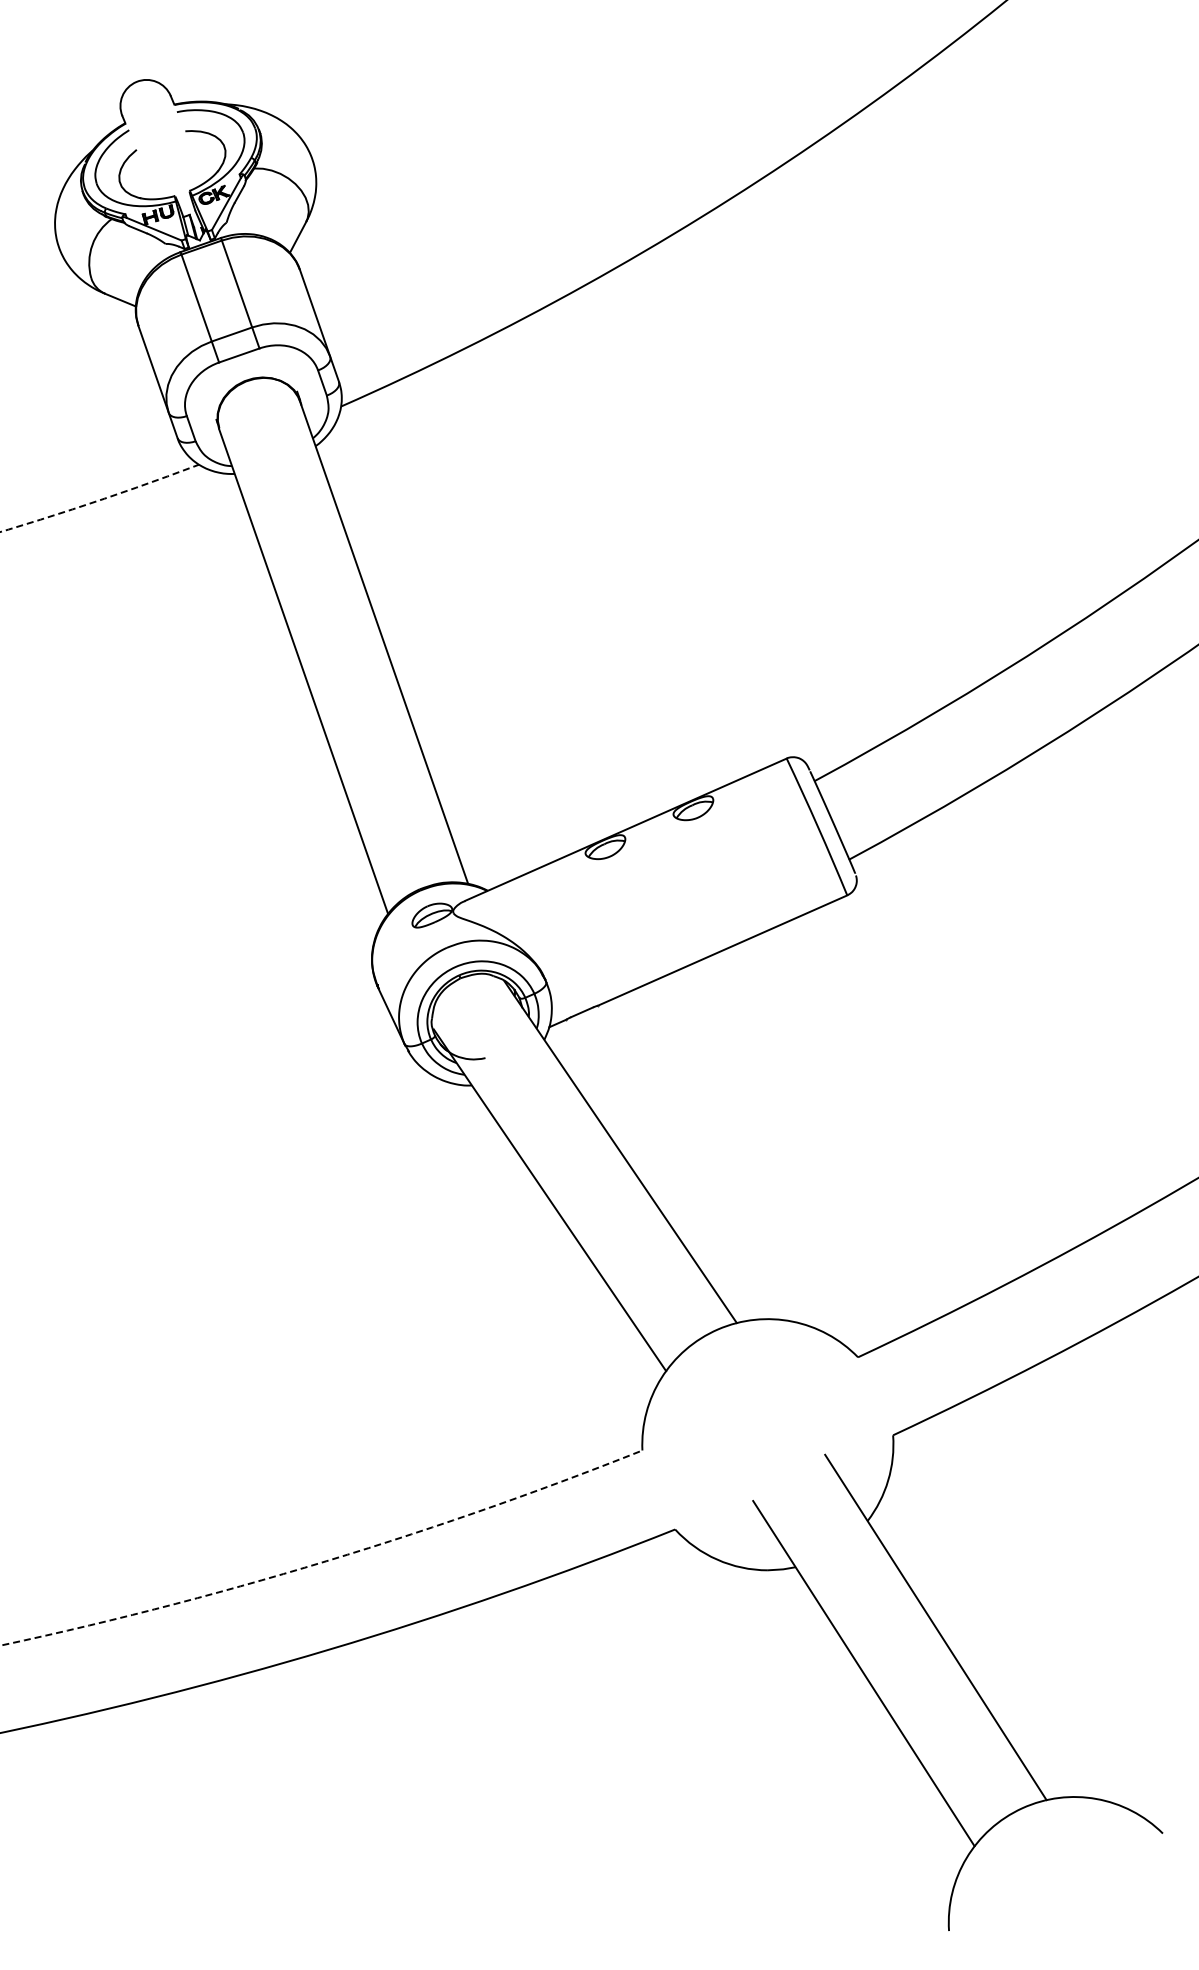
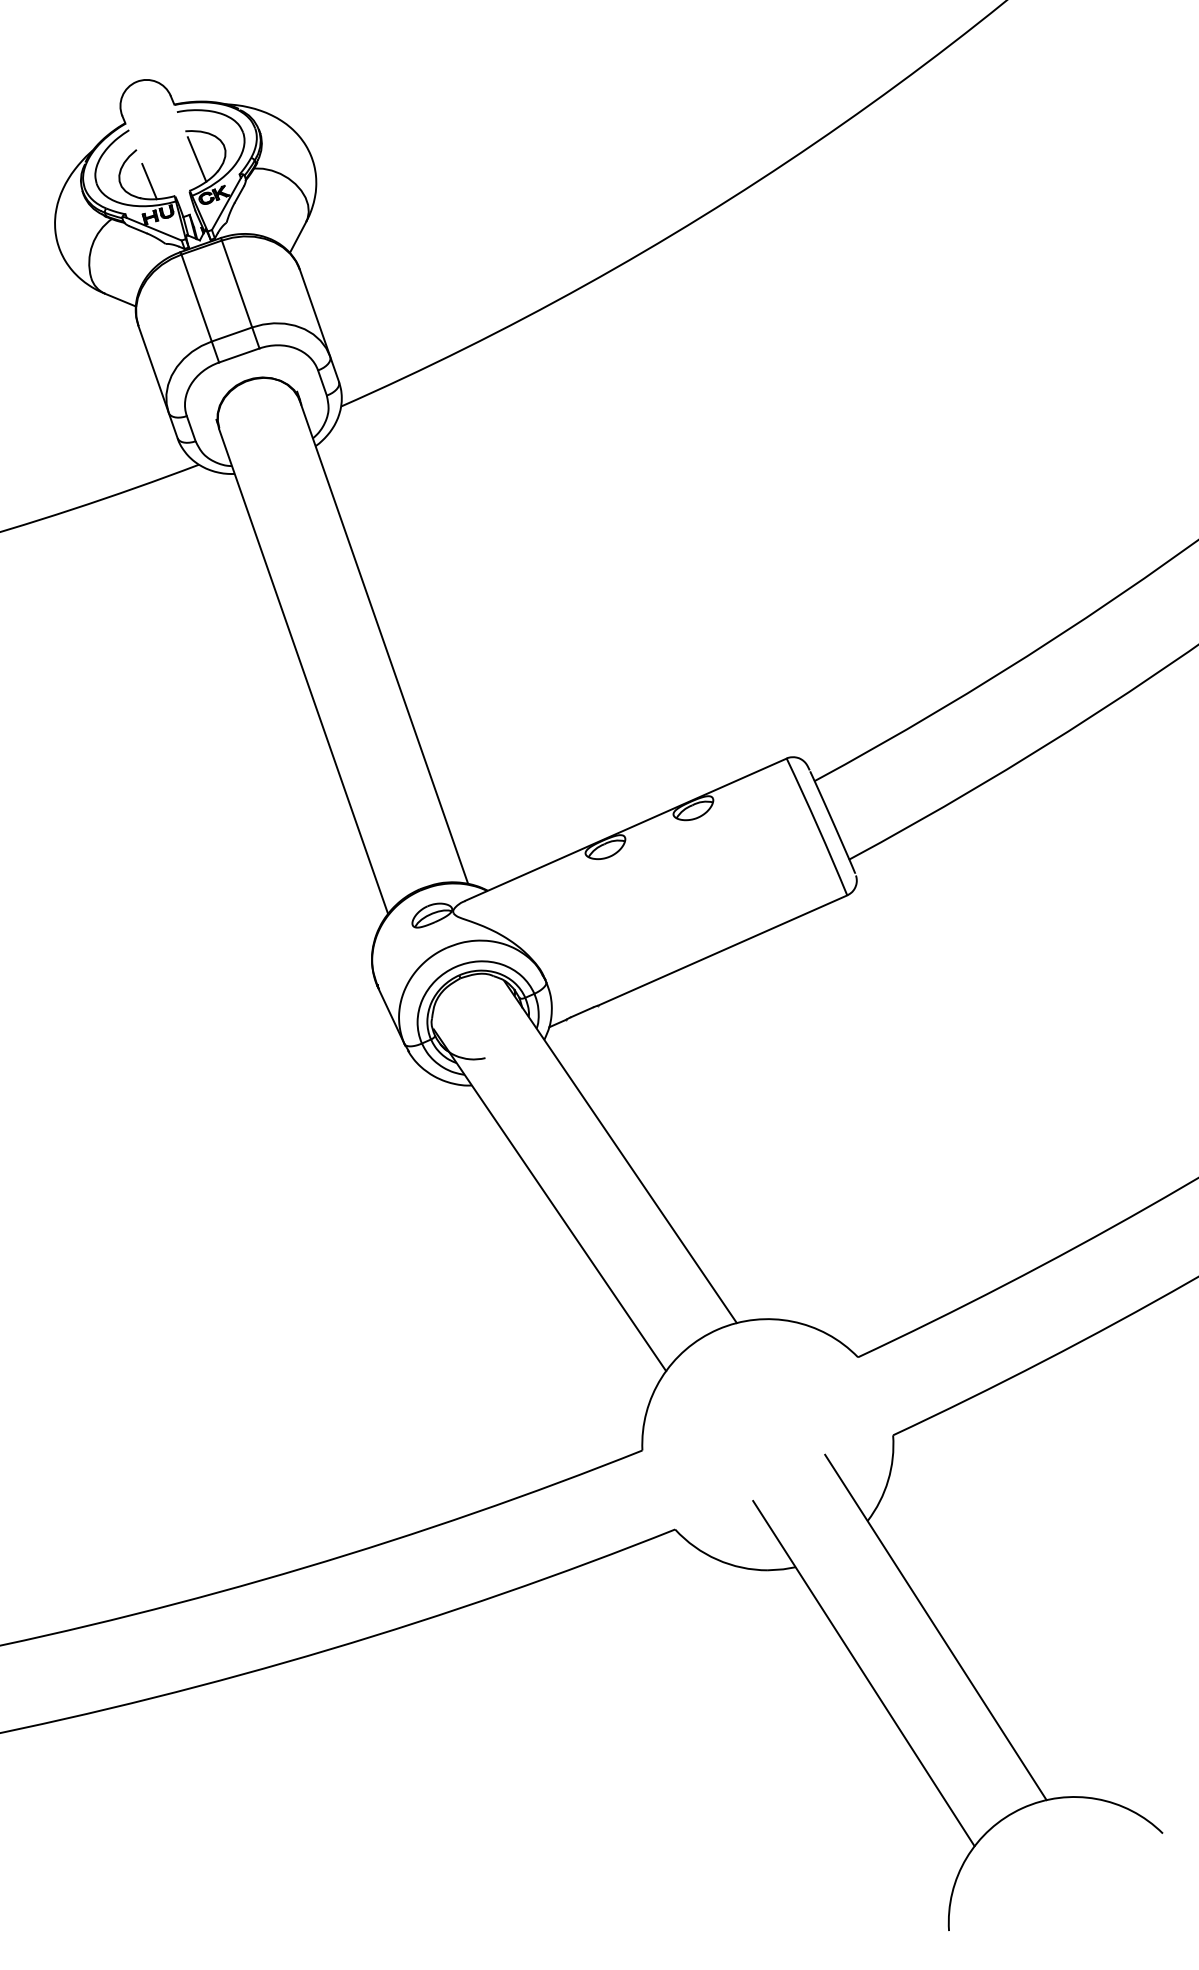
line at (196, 159): none -> present
line at (149, 181): none -> present
arc at (100, 500): dashed -> solid
arc at (324, 1561): dashed -> solid
